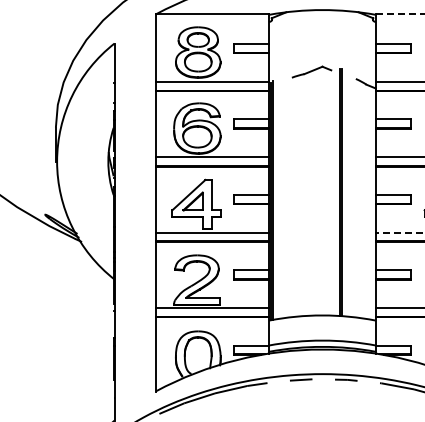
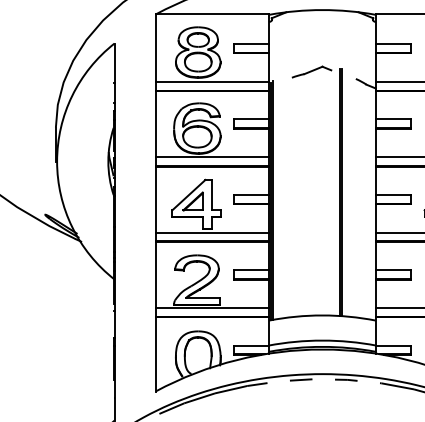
line at (400, 14): dashed -> solid
line at (399, 232): dashed -> solid
